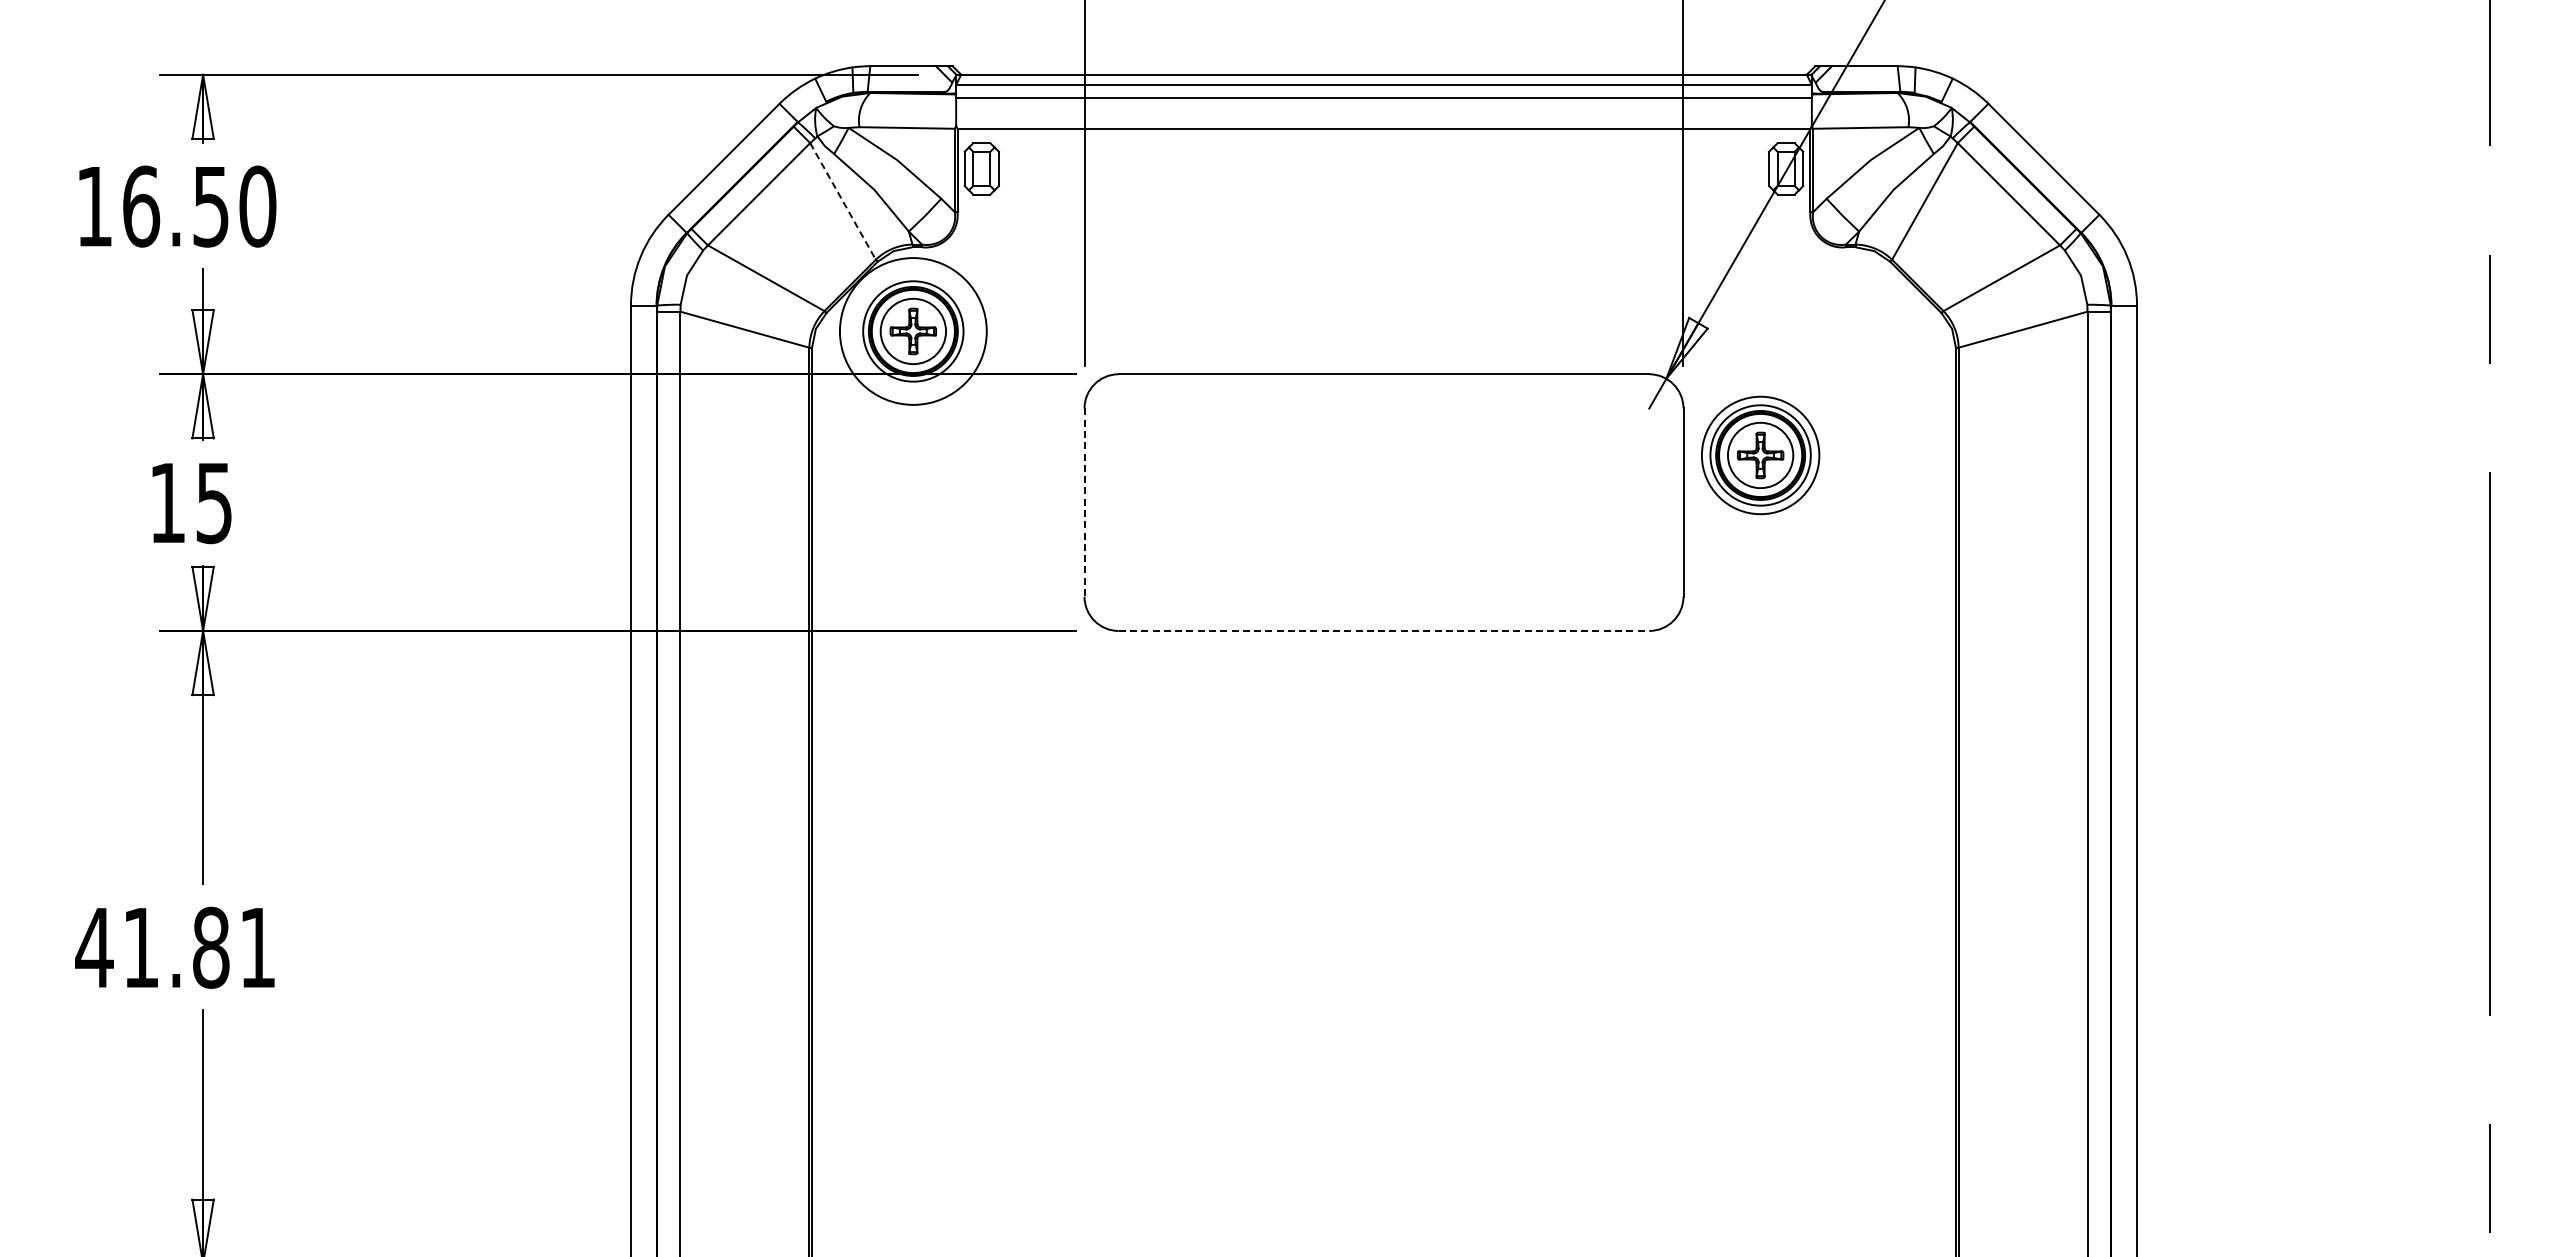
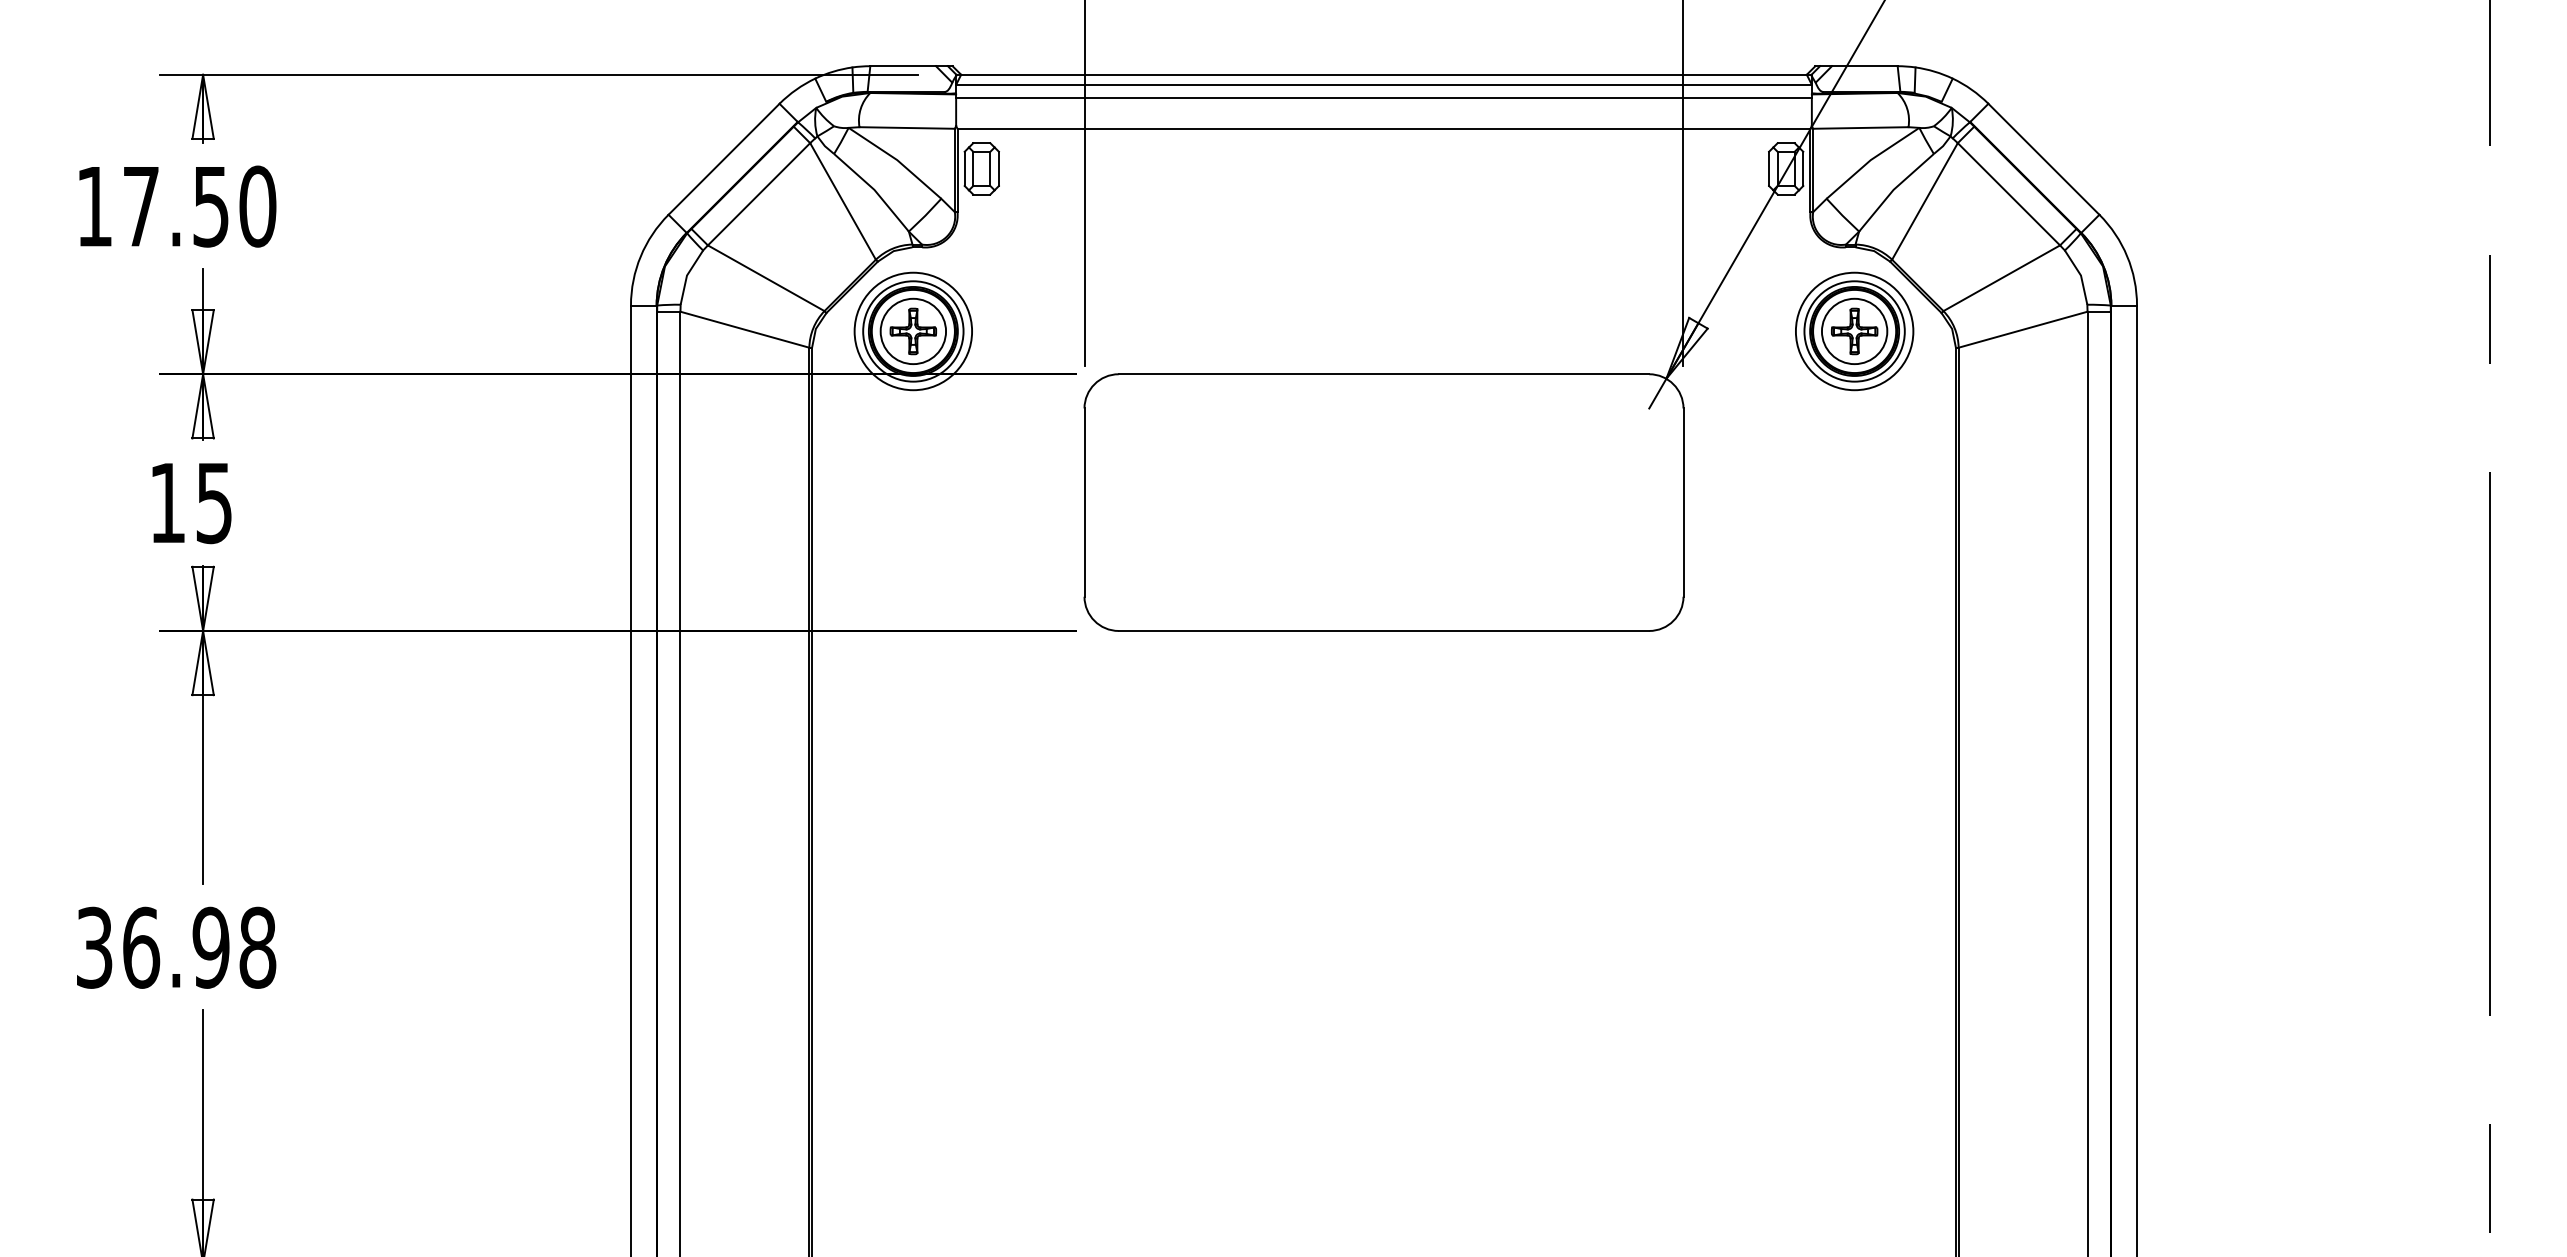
line at (843, 201): dashed -> solid
text at (141, 206): 16.50 -> 17.50
circle at (912, 331) diameter: 147 px -> 117 px
part at (1760, 455) position: (1760, 455) -> (1854, 331)
line at (1084, 503): dashed -> solid
line at (1384, 630): dashed -> solid
text at (175, 947): 41.81 -> 36.98
